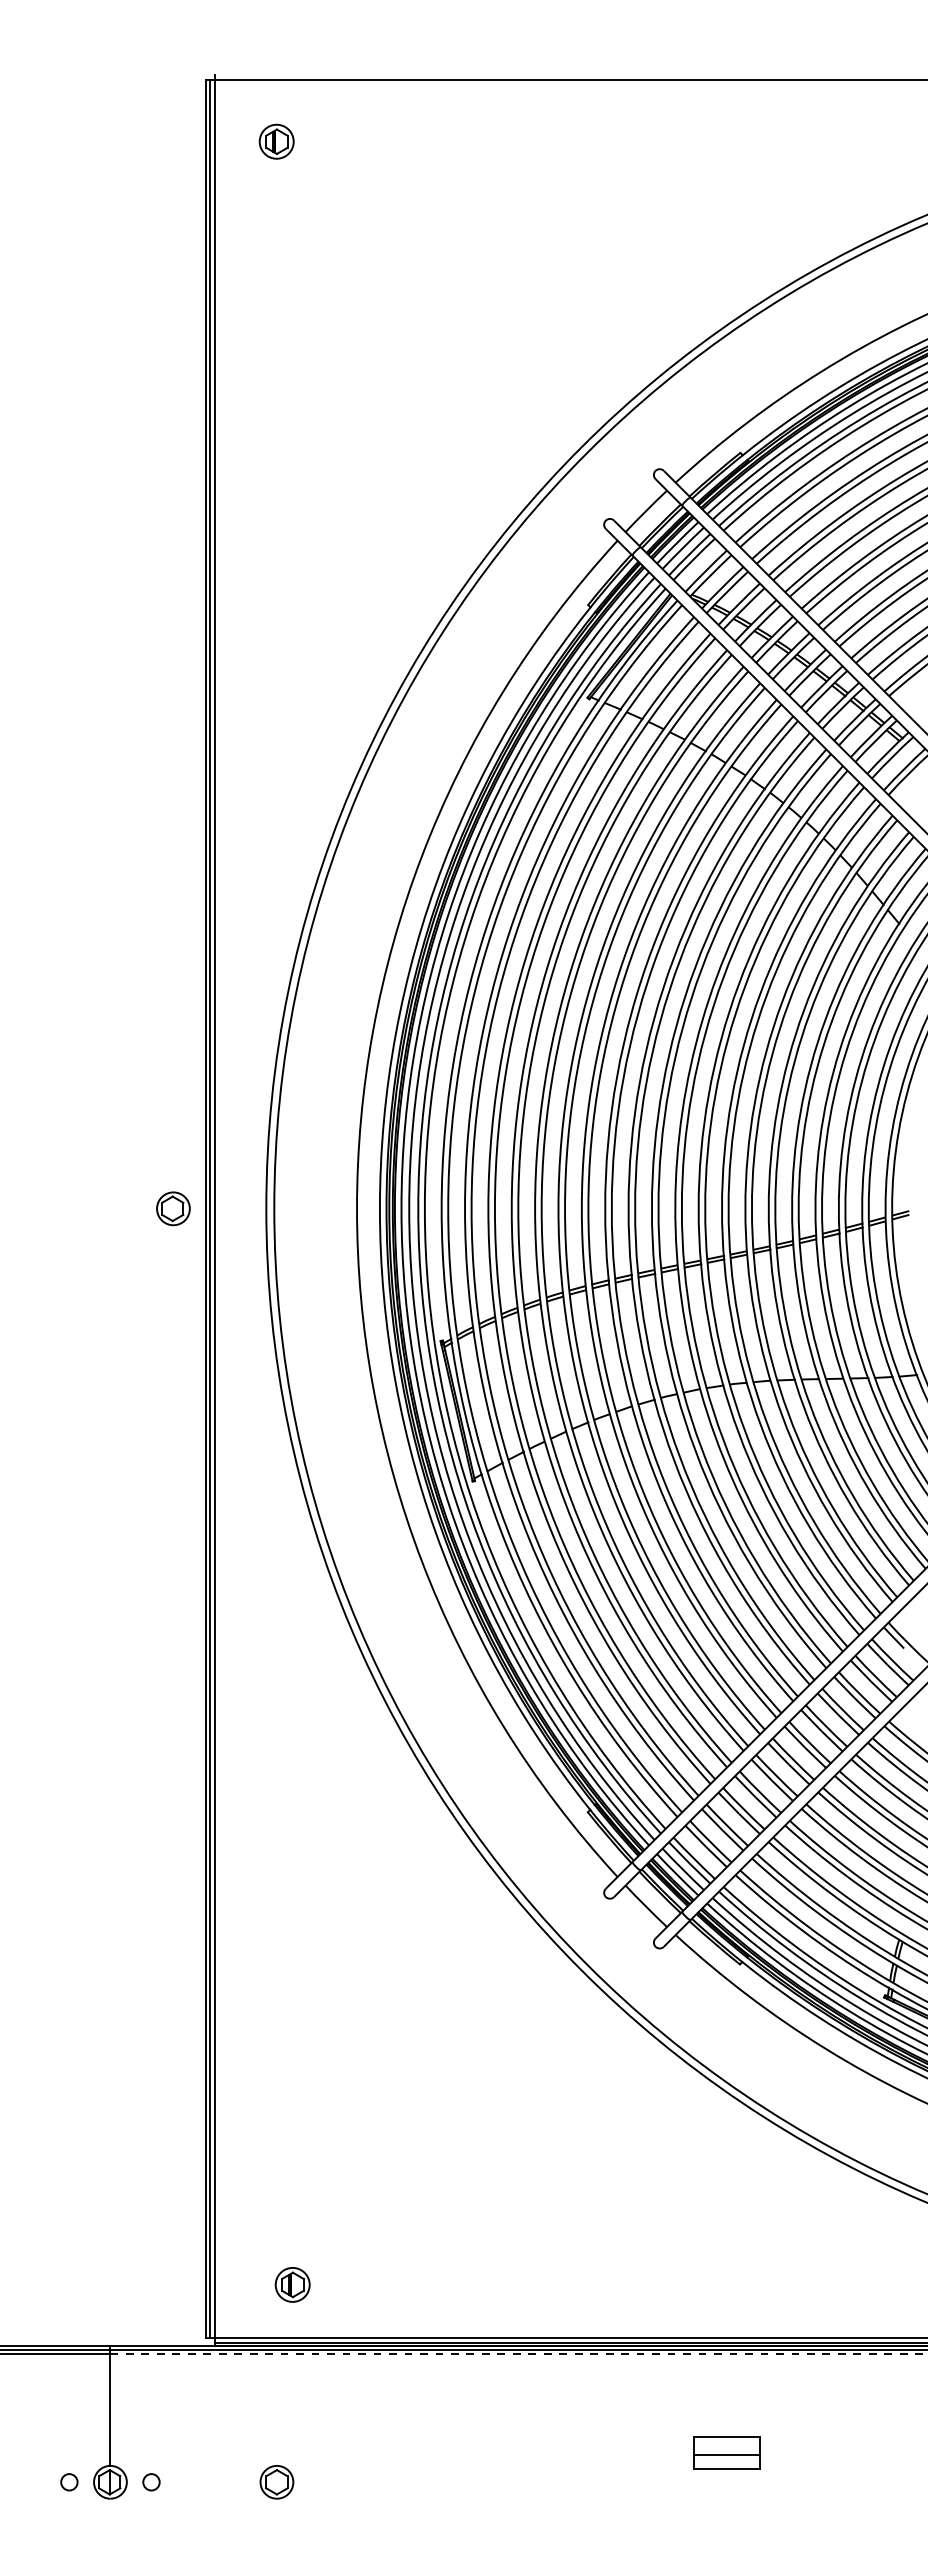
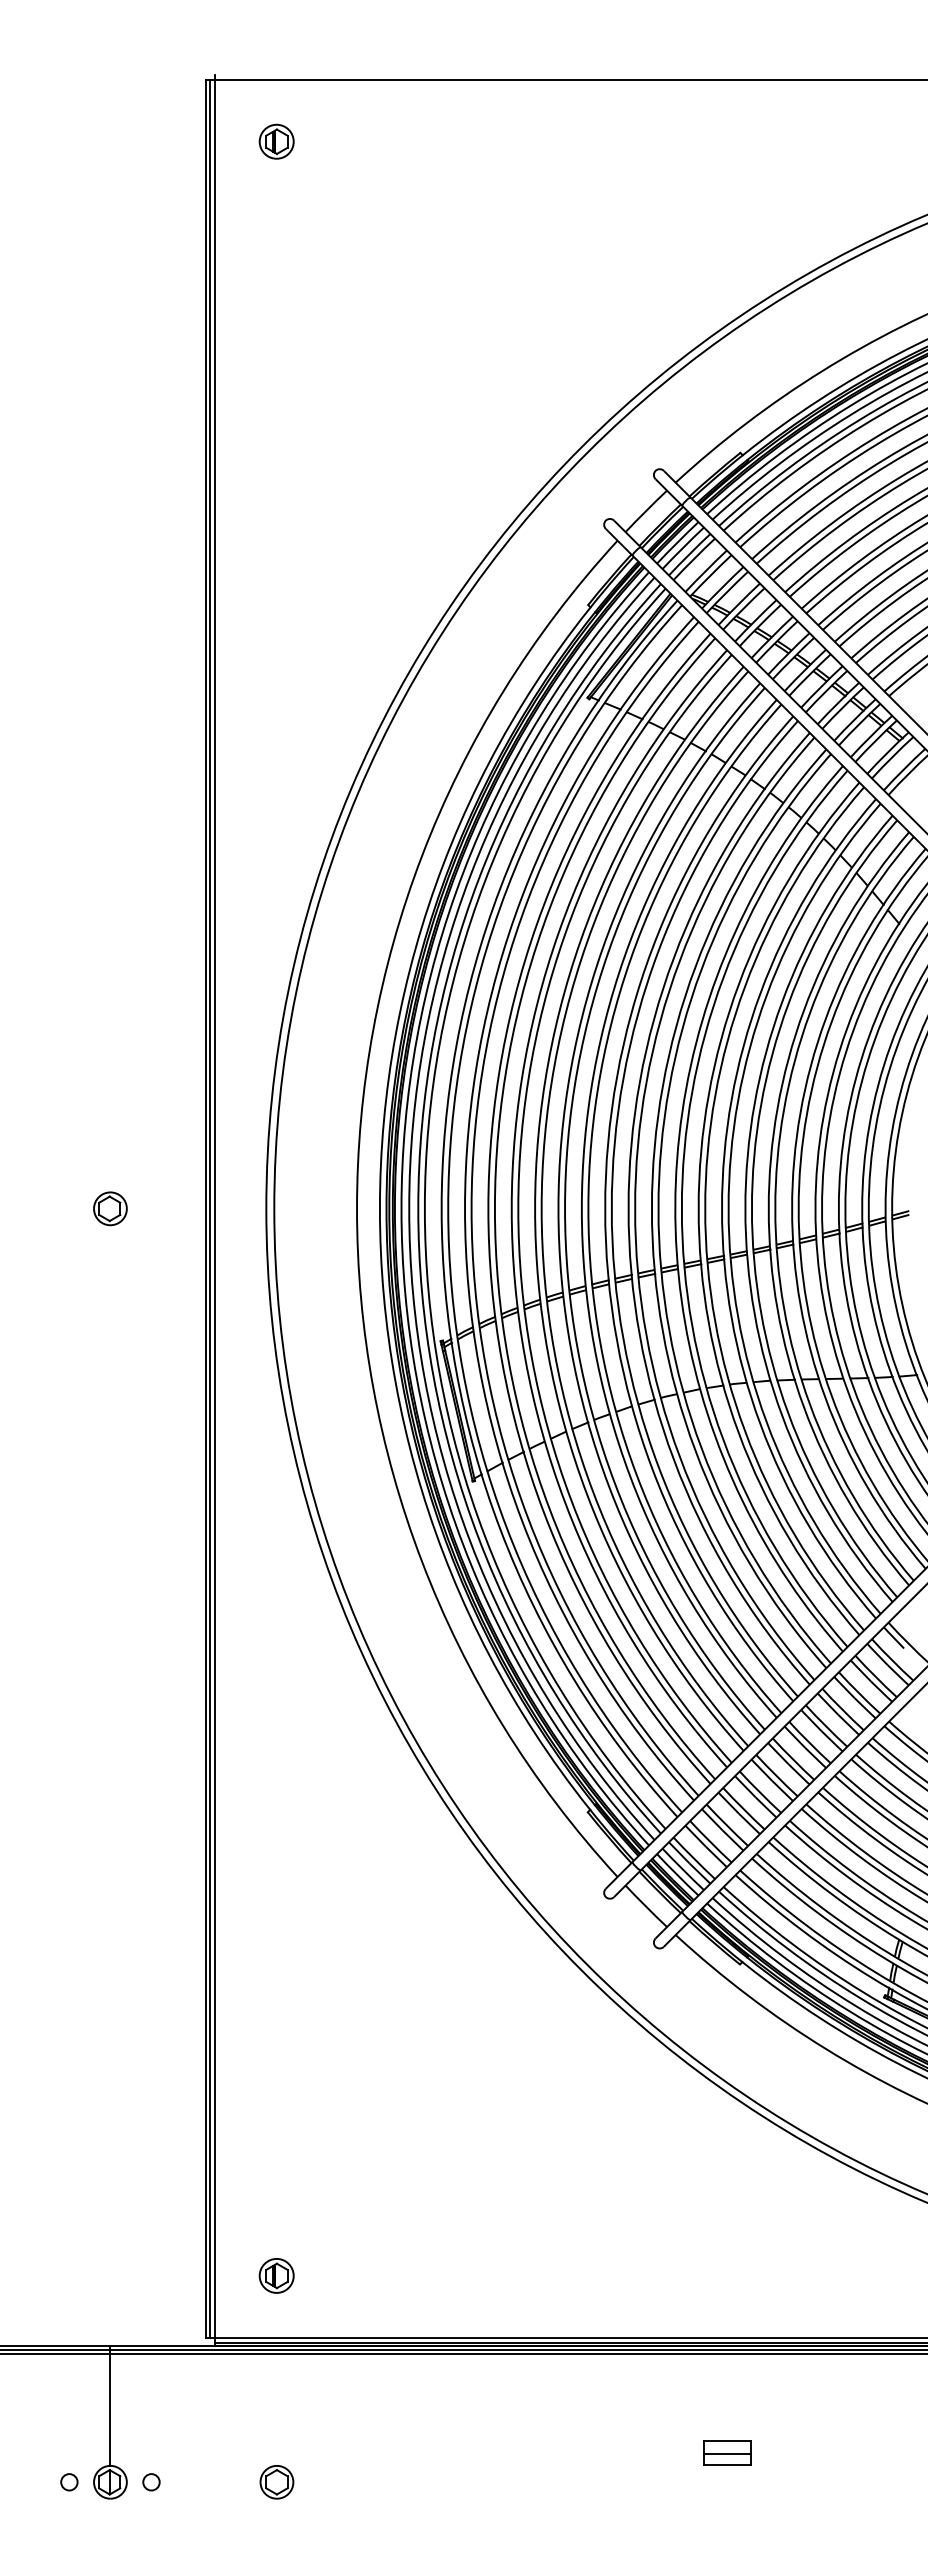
part at (173, 1208) position: (173, 1208) -> (110, 1208)
part at (292, 2284) position: (292, 2284) -> (276, 2275)
line at (519, 2354): dashed -> solid
part at (726, 2452) size: 68x34 px -> 49x26 px
